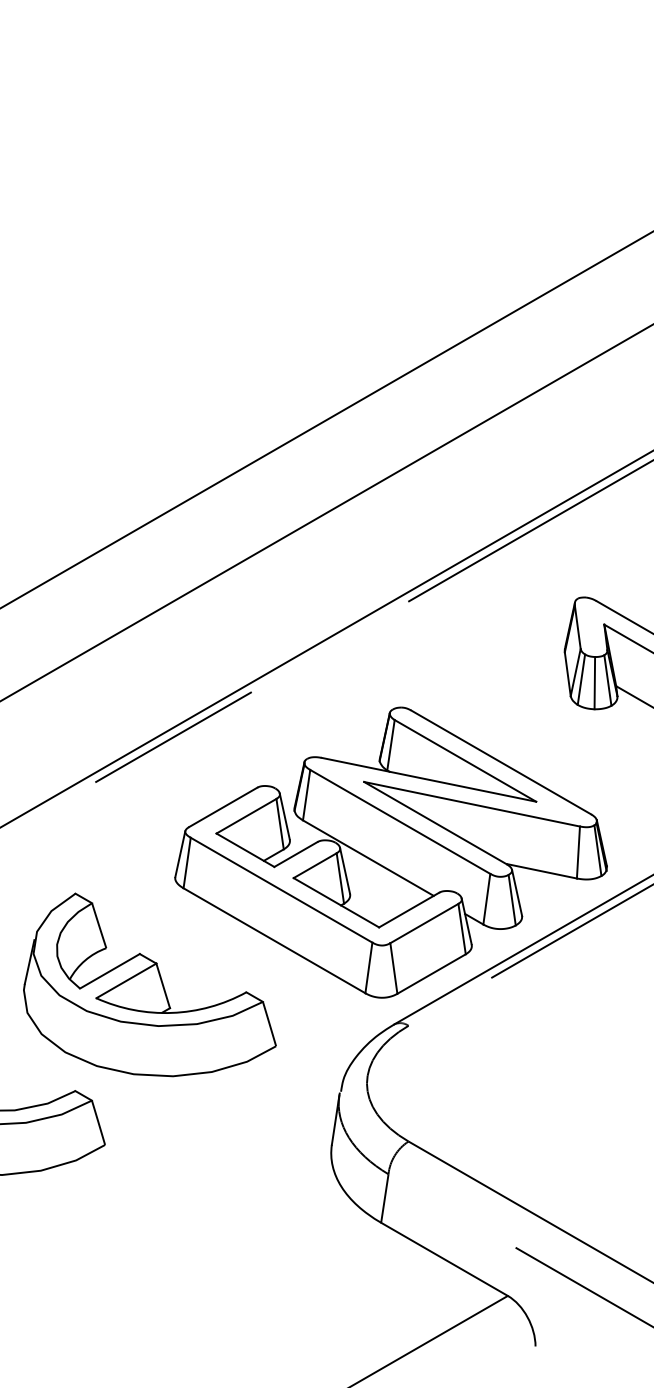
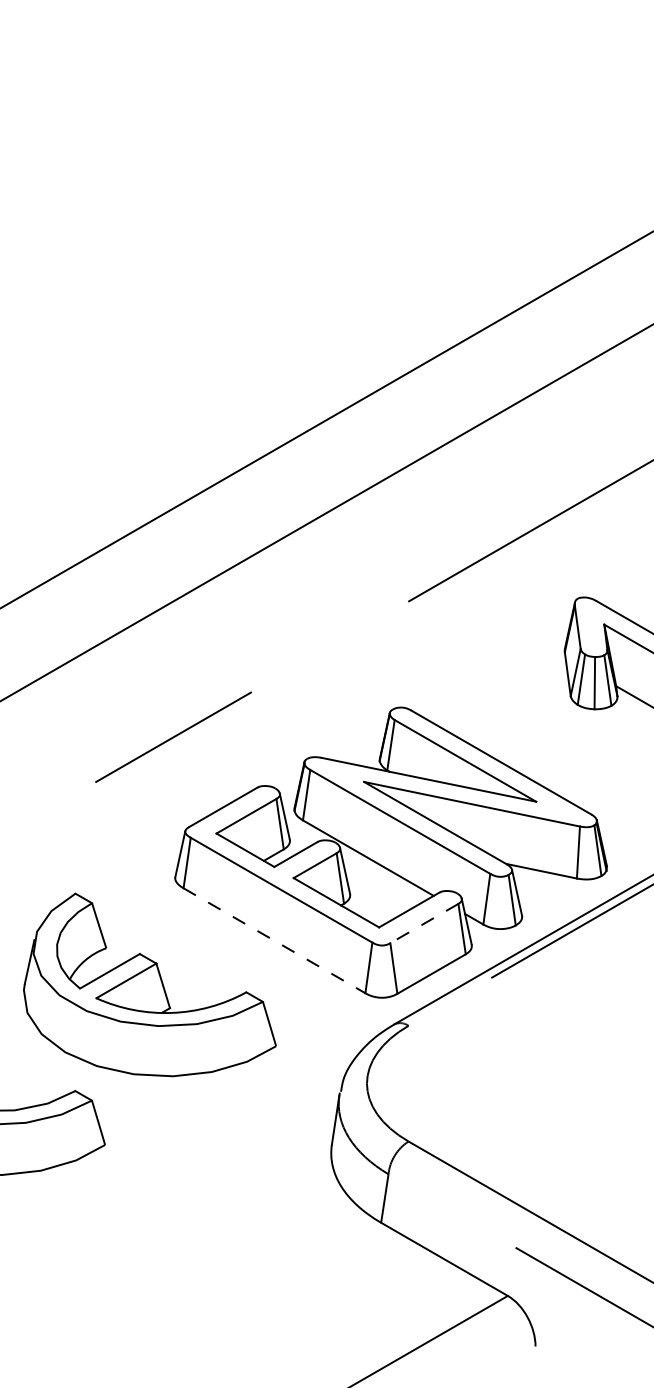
line at (326, 639): present -> none
line at (423, 923): solid -> dashed
line at (274, 940): solid -> dashed
